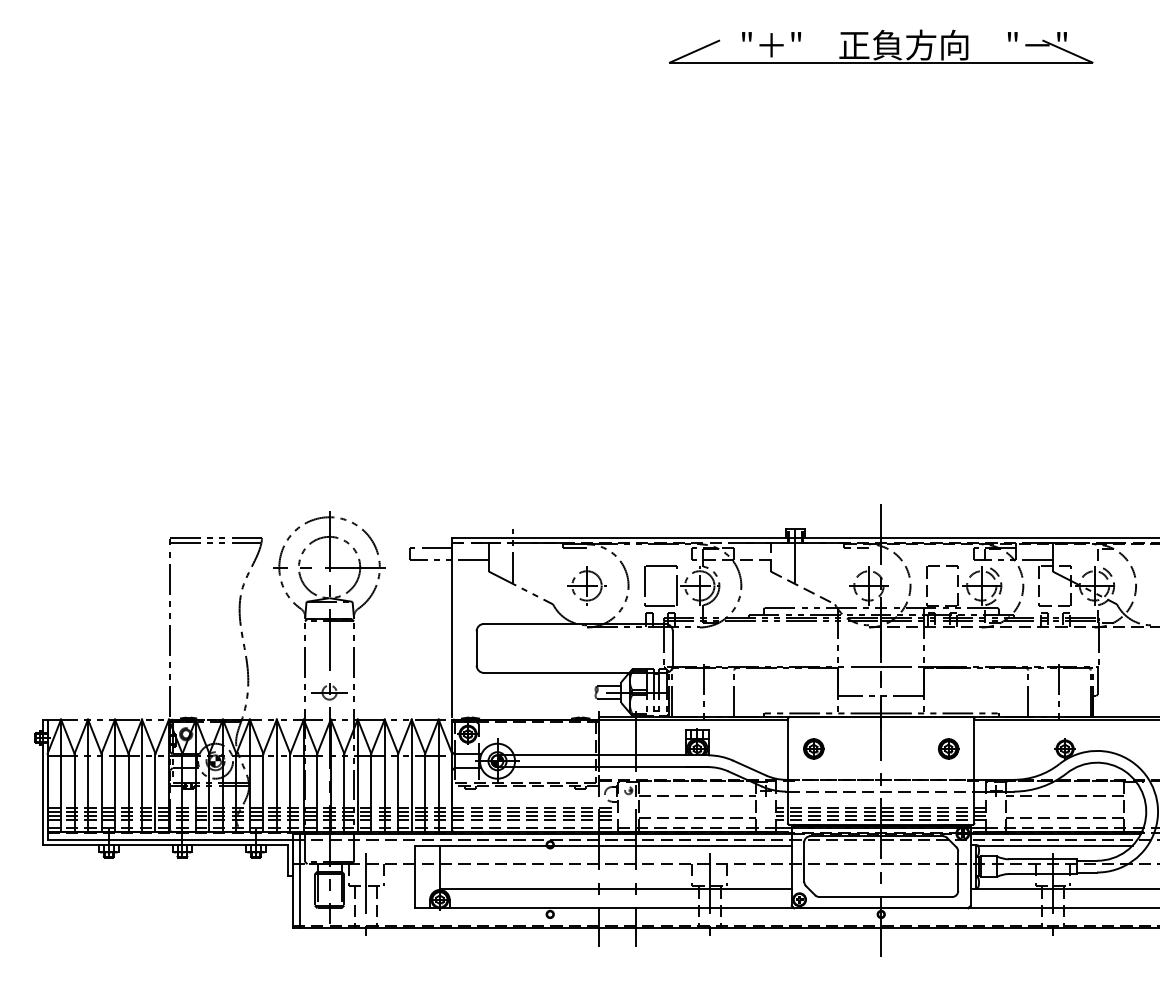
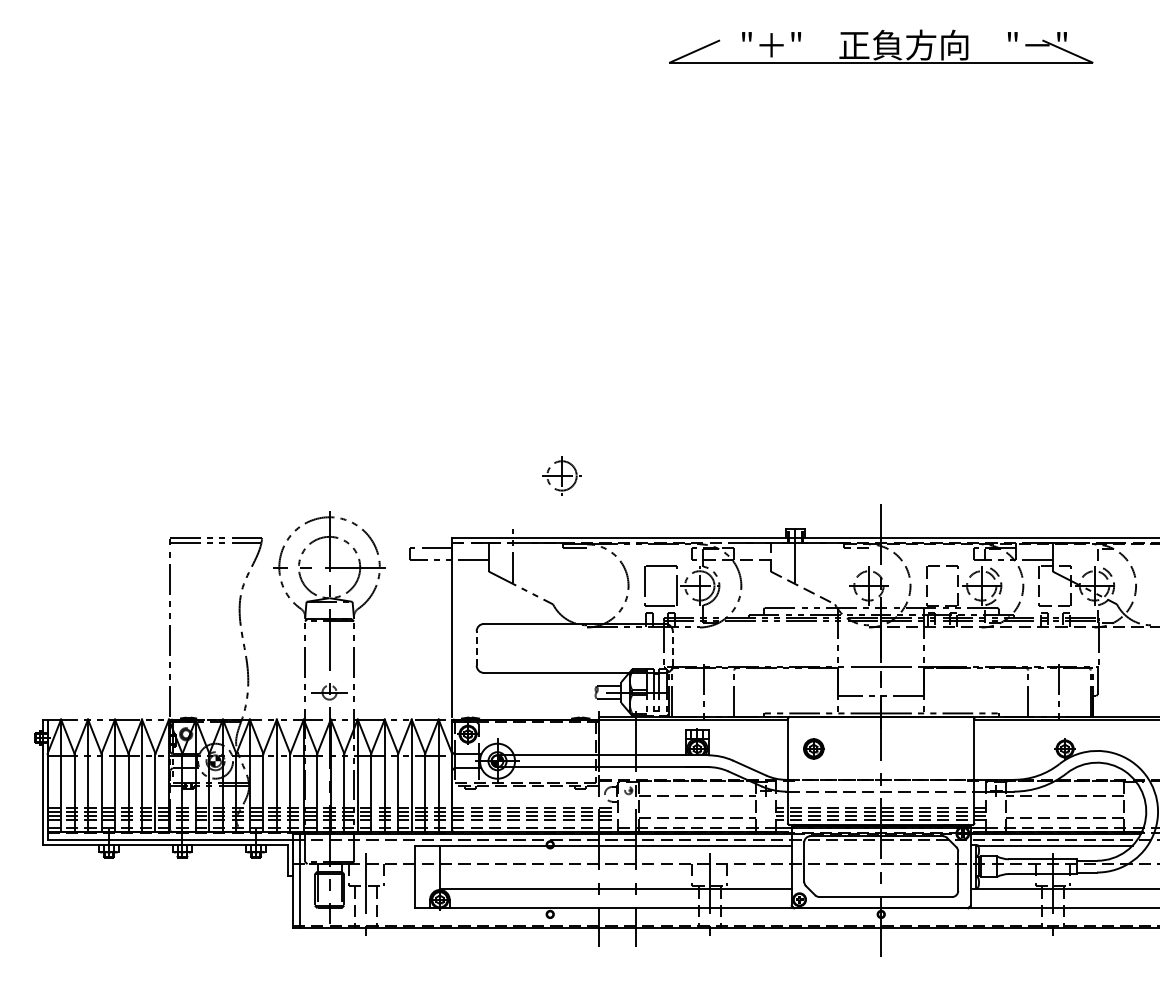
part at (586, 585) position: (586, 585) -> (561, 475)
line at (476, 647): solid -> dashed
line at (672, 647): solid -> dashed
part at (948, 748): present -> none
